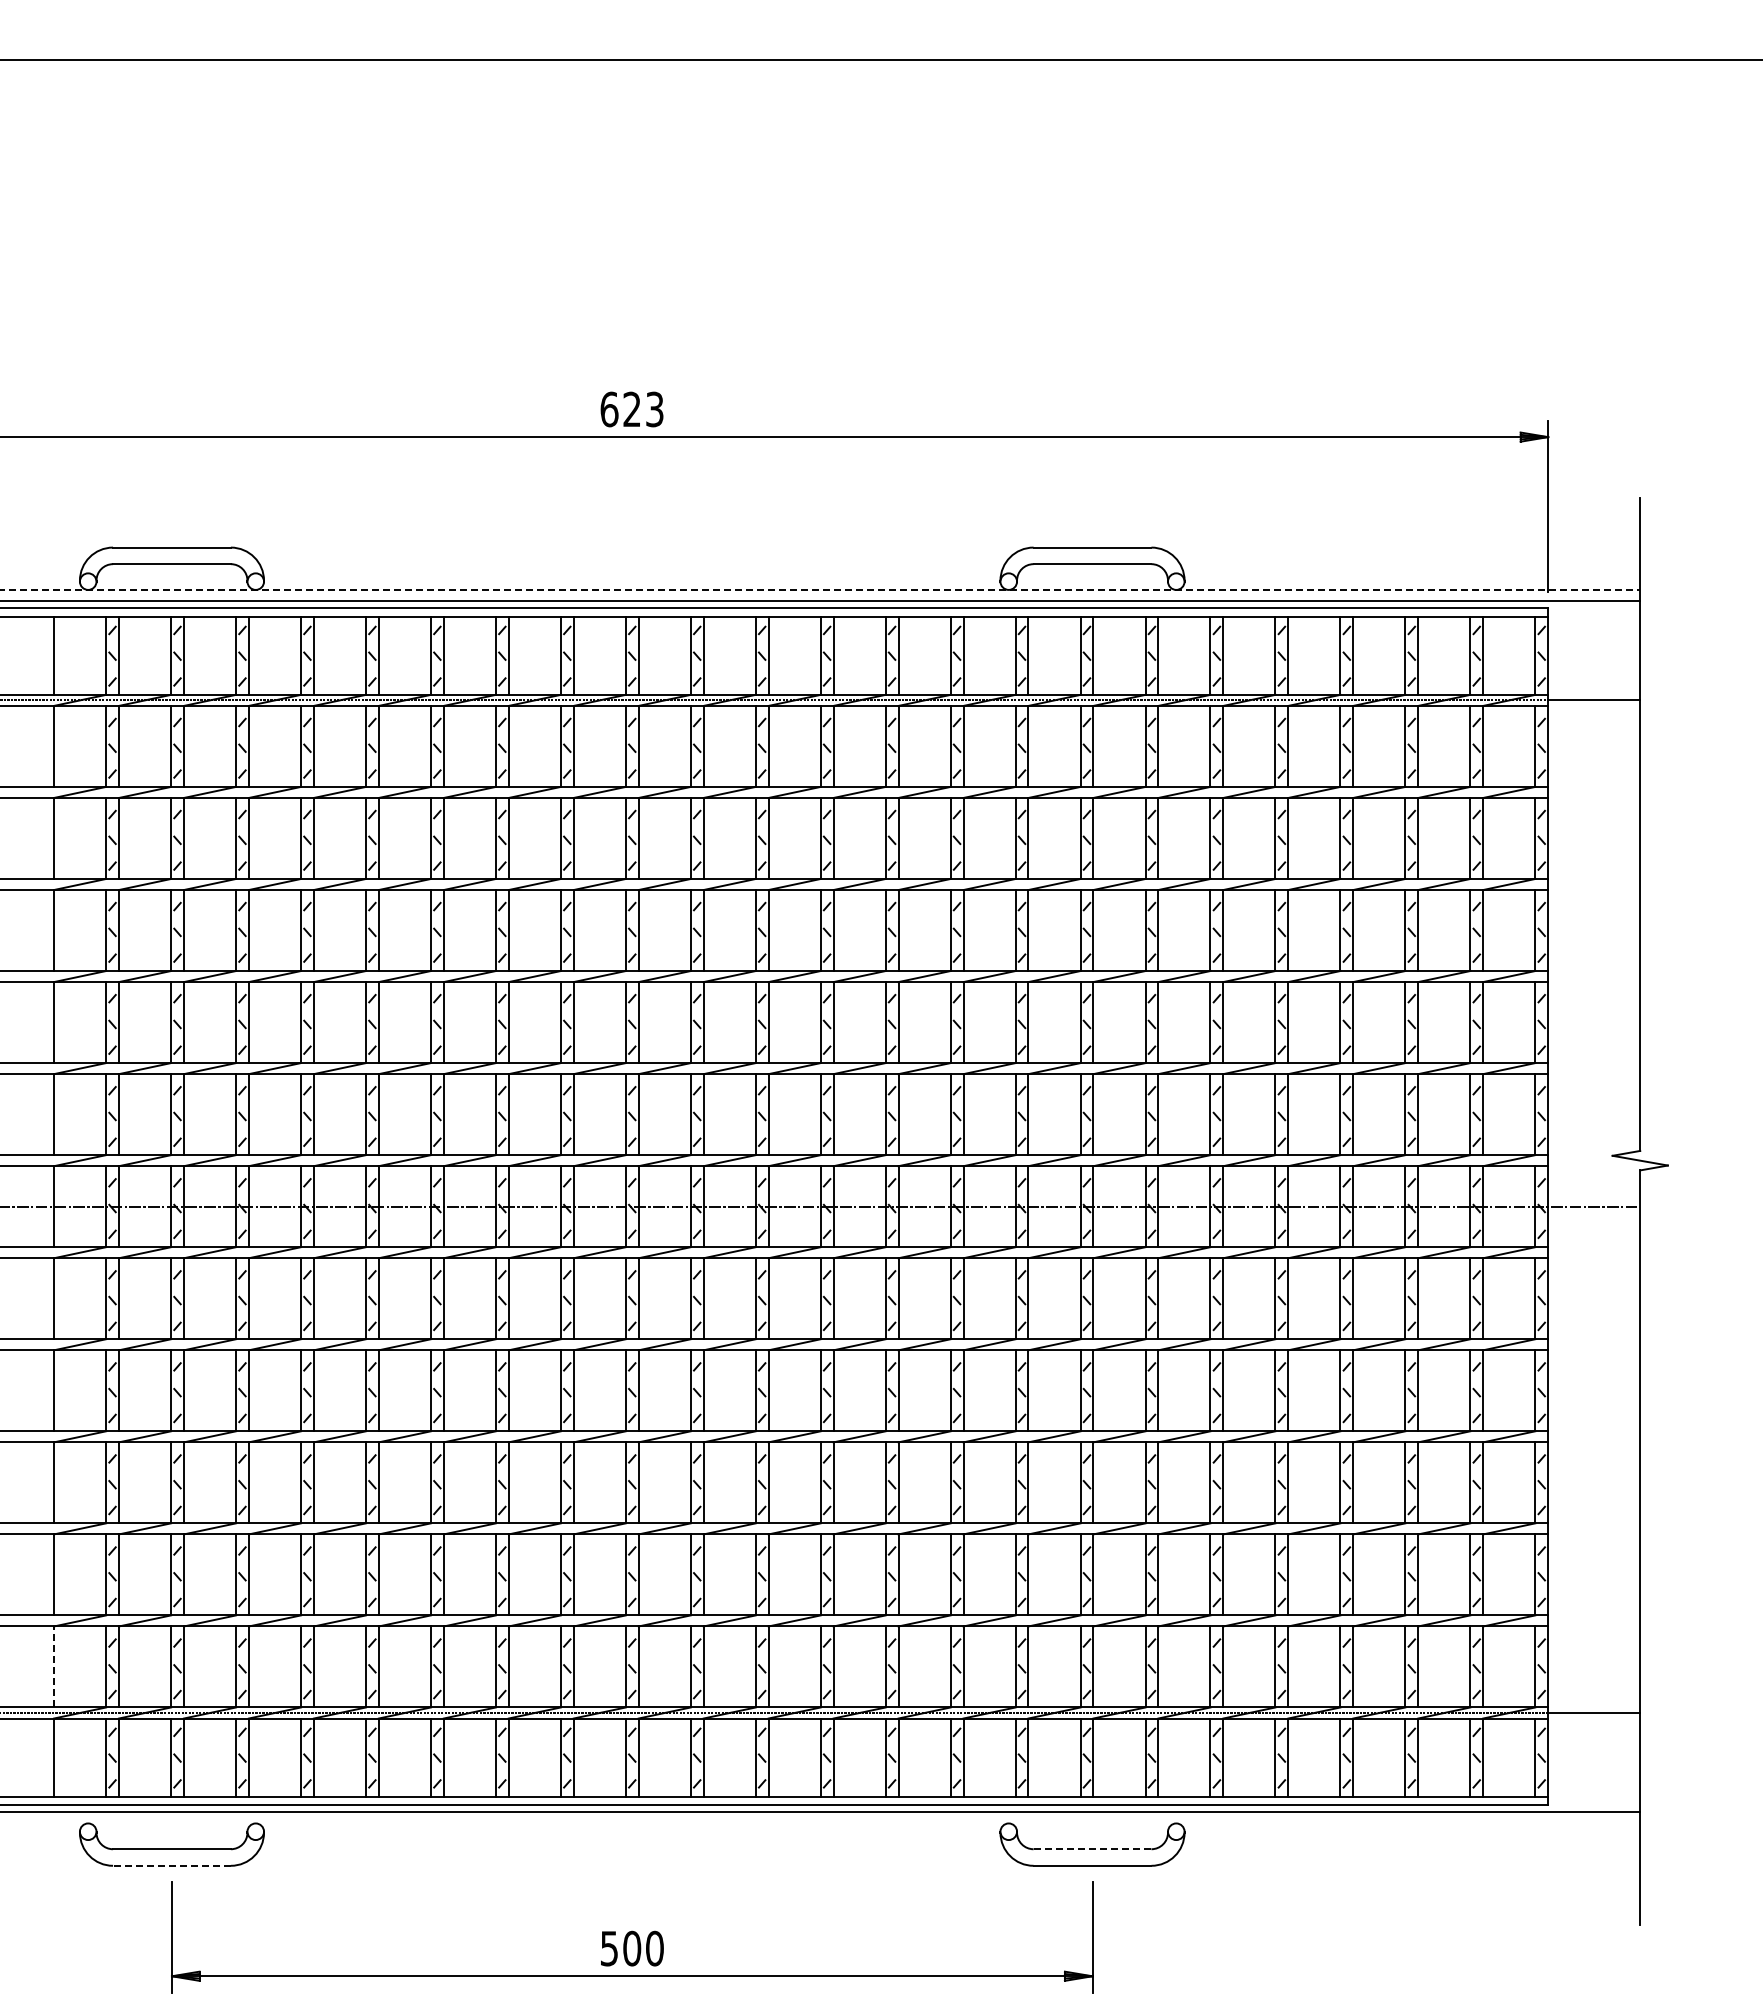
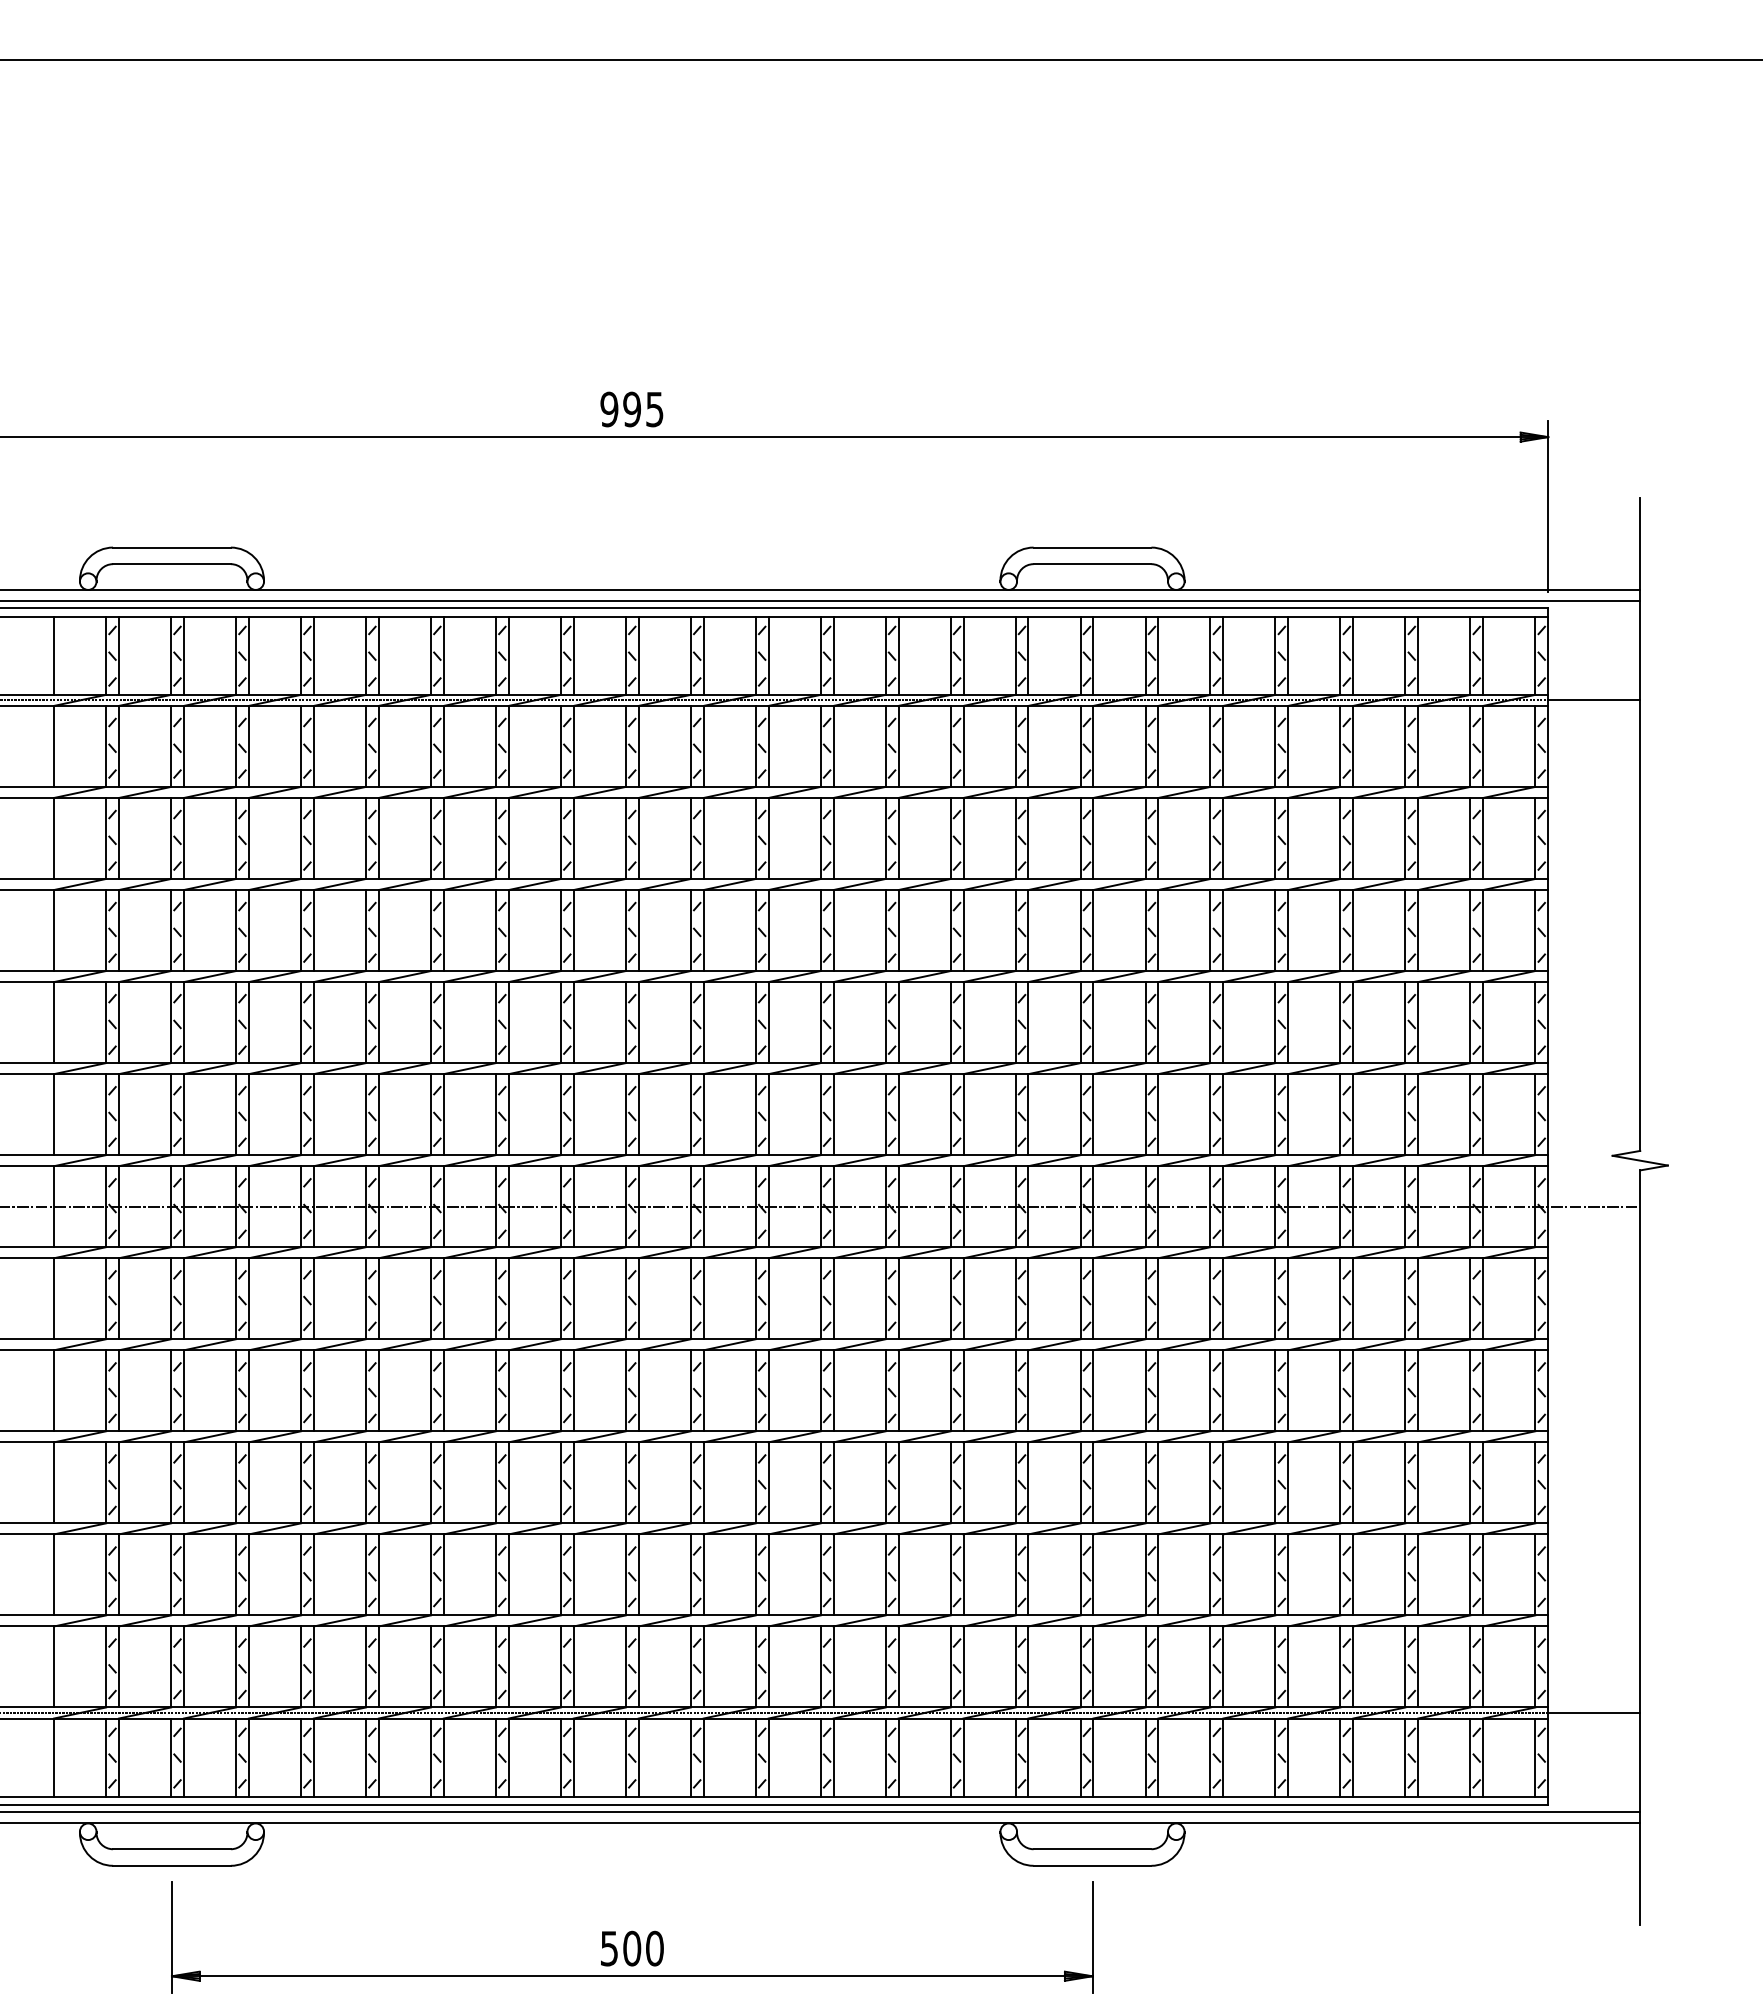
text at (631, 409): 623 -> 995
line at (820, 589): dashed -> solid
line at (54, 1666): dashed -> solid
line at (821, 1823): none -> present
line at (1092, 1849): dashed -> solid
line at (171, 1865): dashed -> solid
